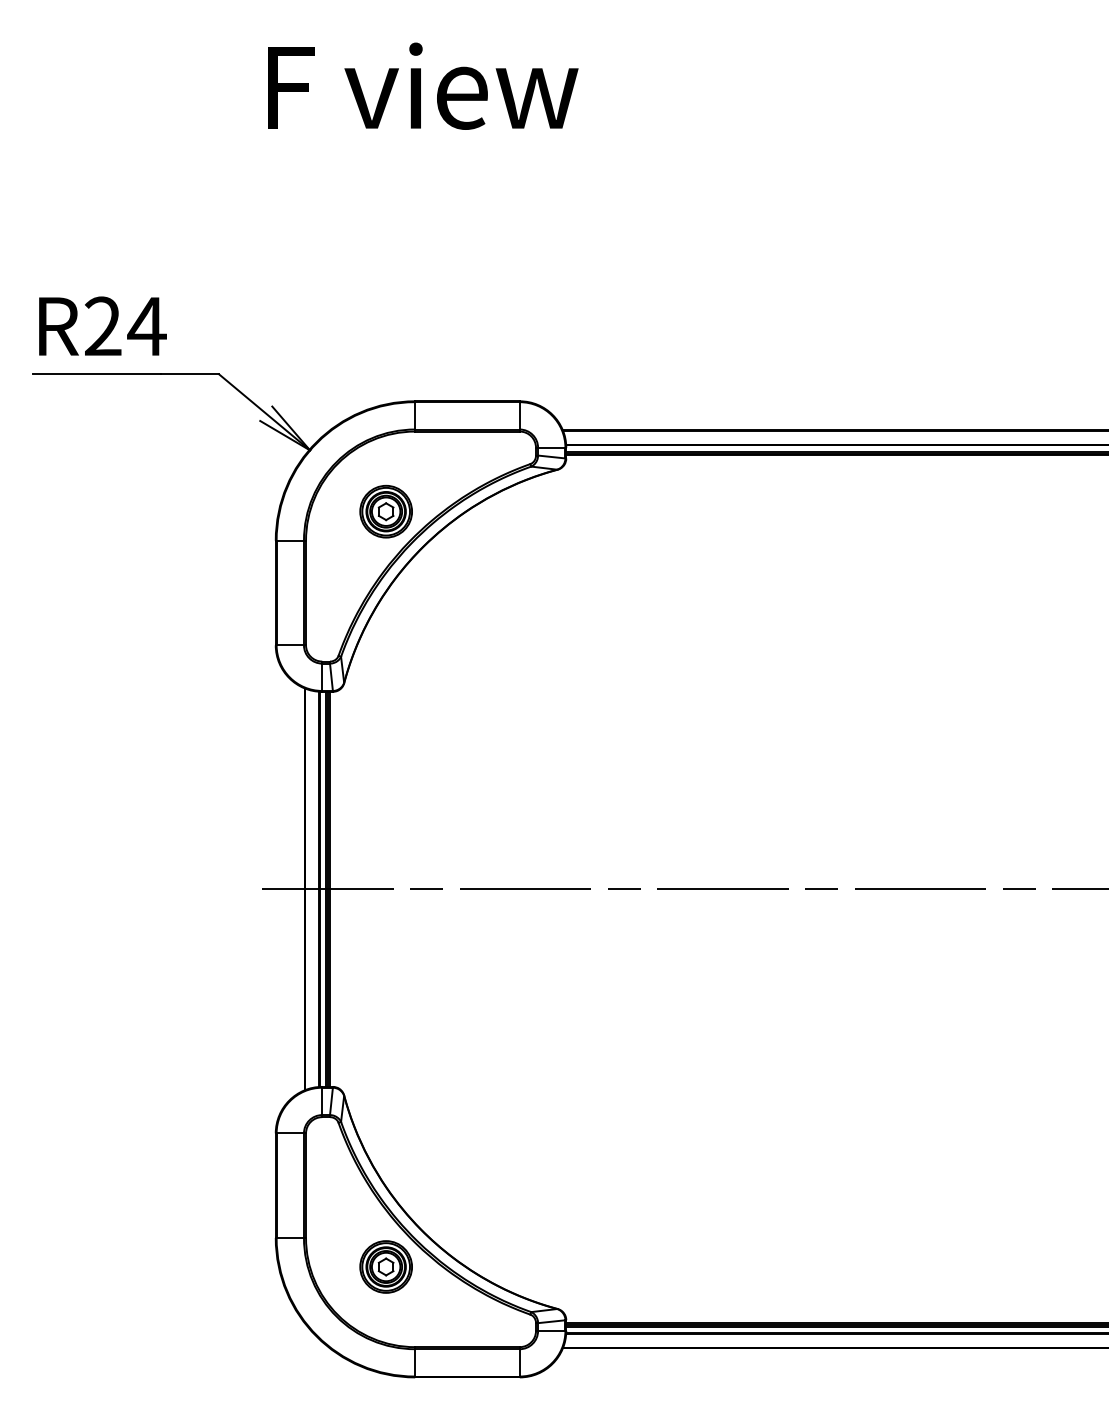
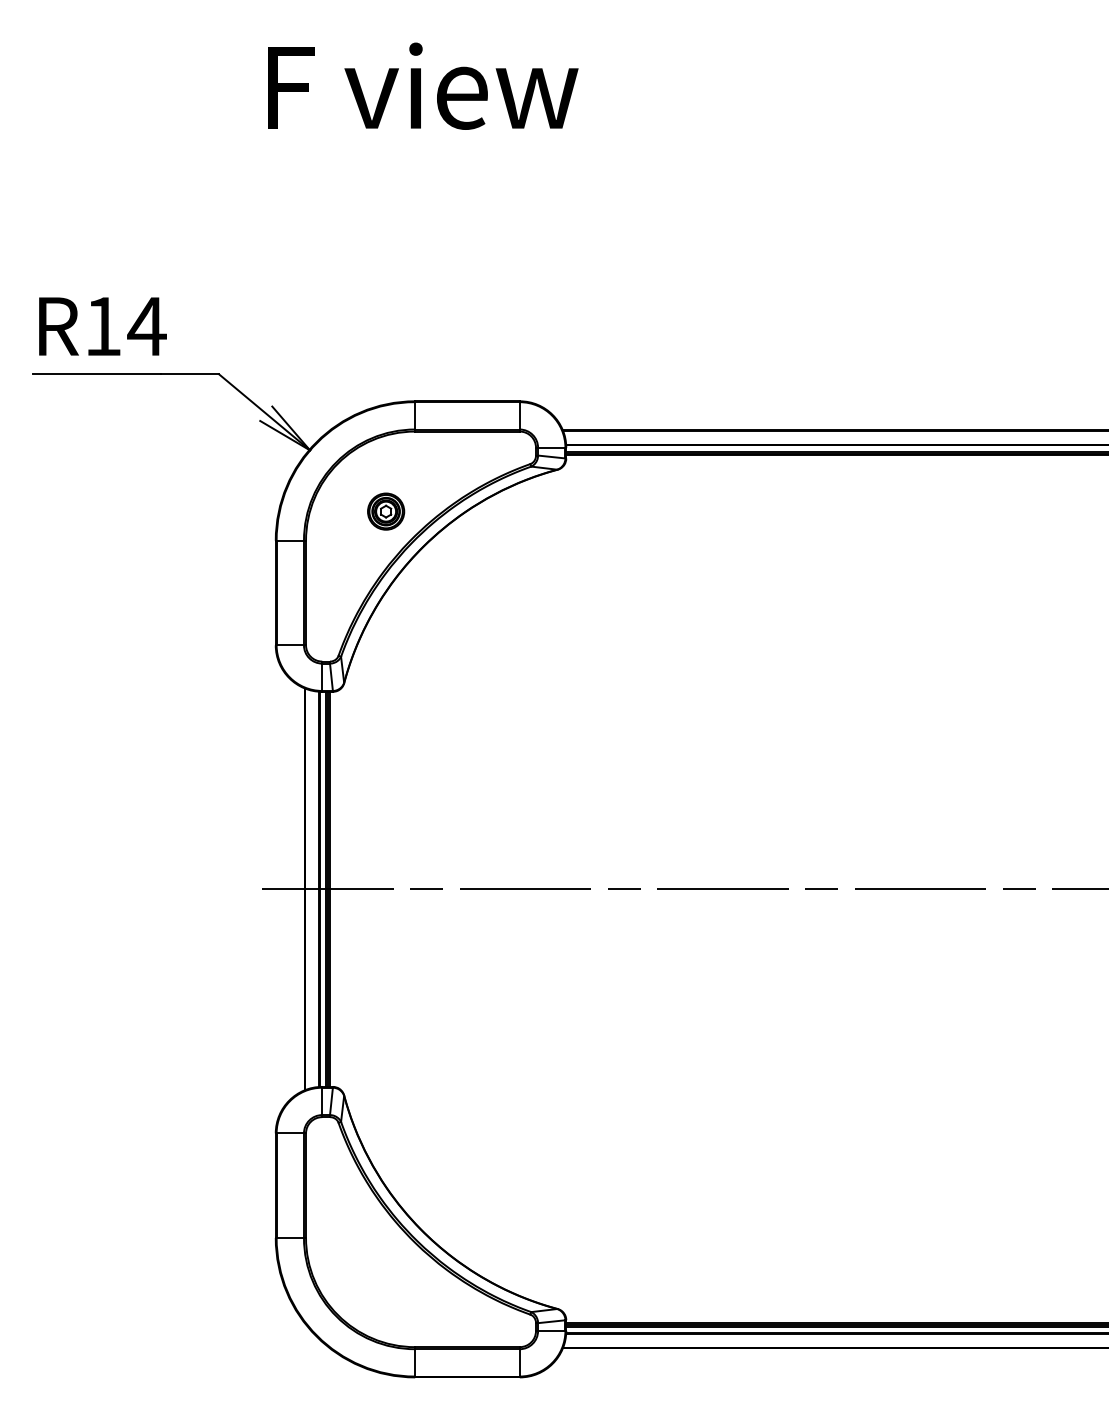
text at (103, 325): R24 -> R14
part at (385, 511) size: 54x55 px -> 39x39 px
part at (385, 1266): present -> none
